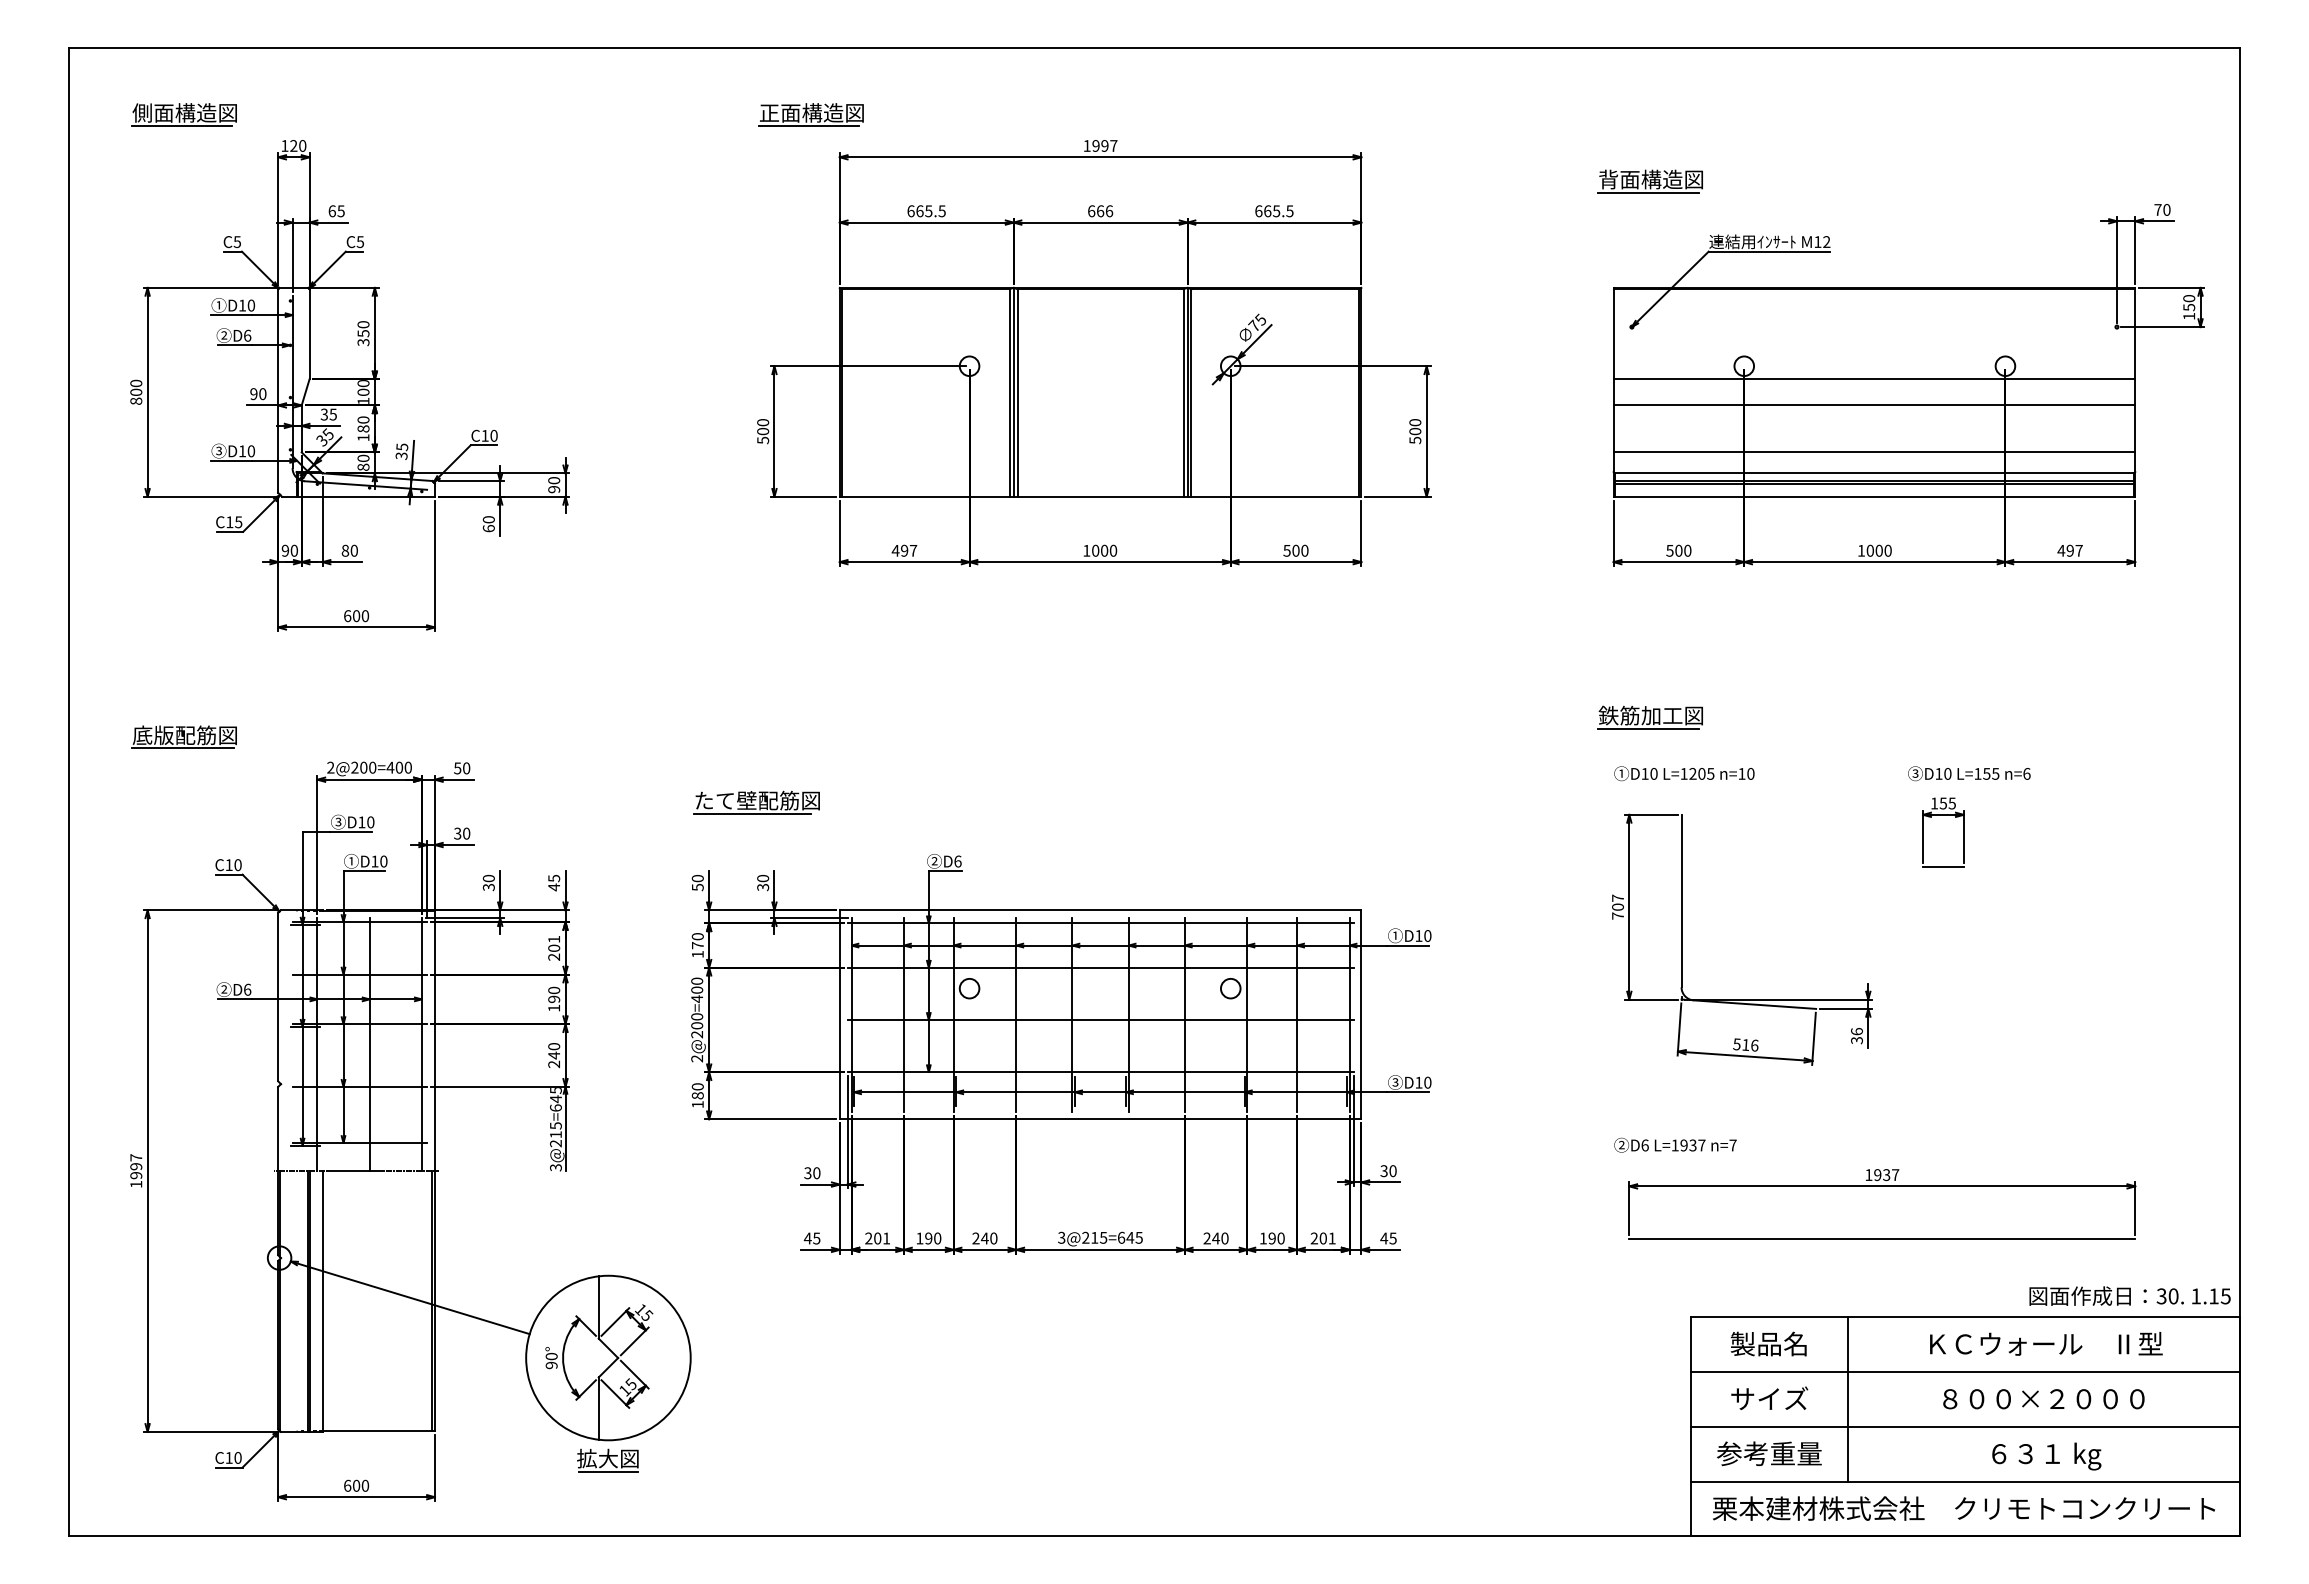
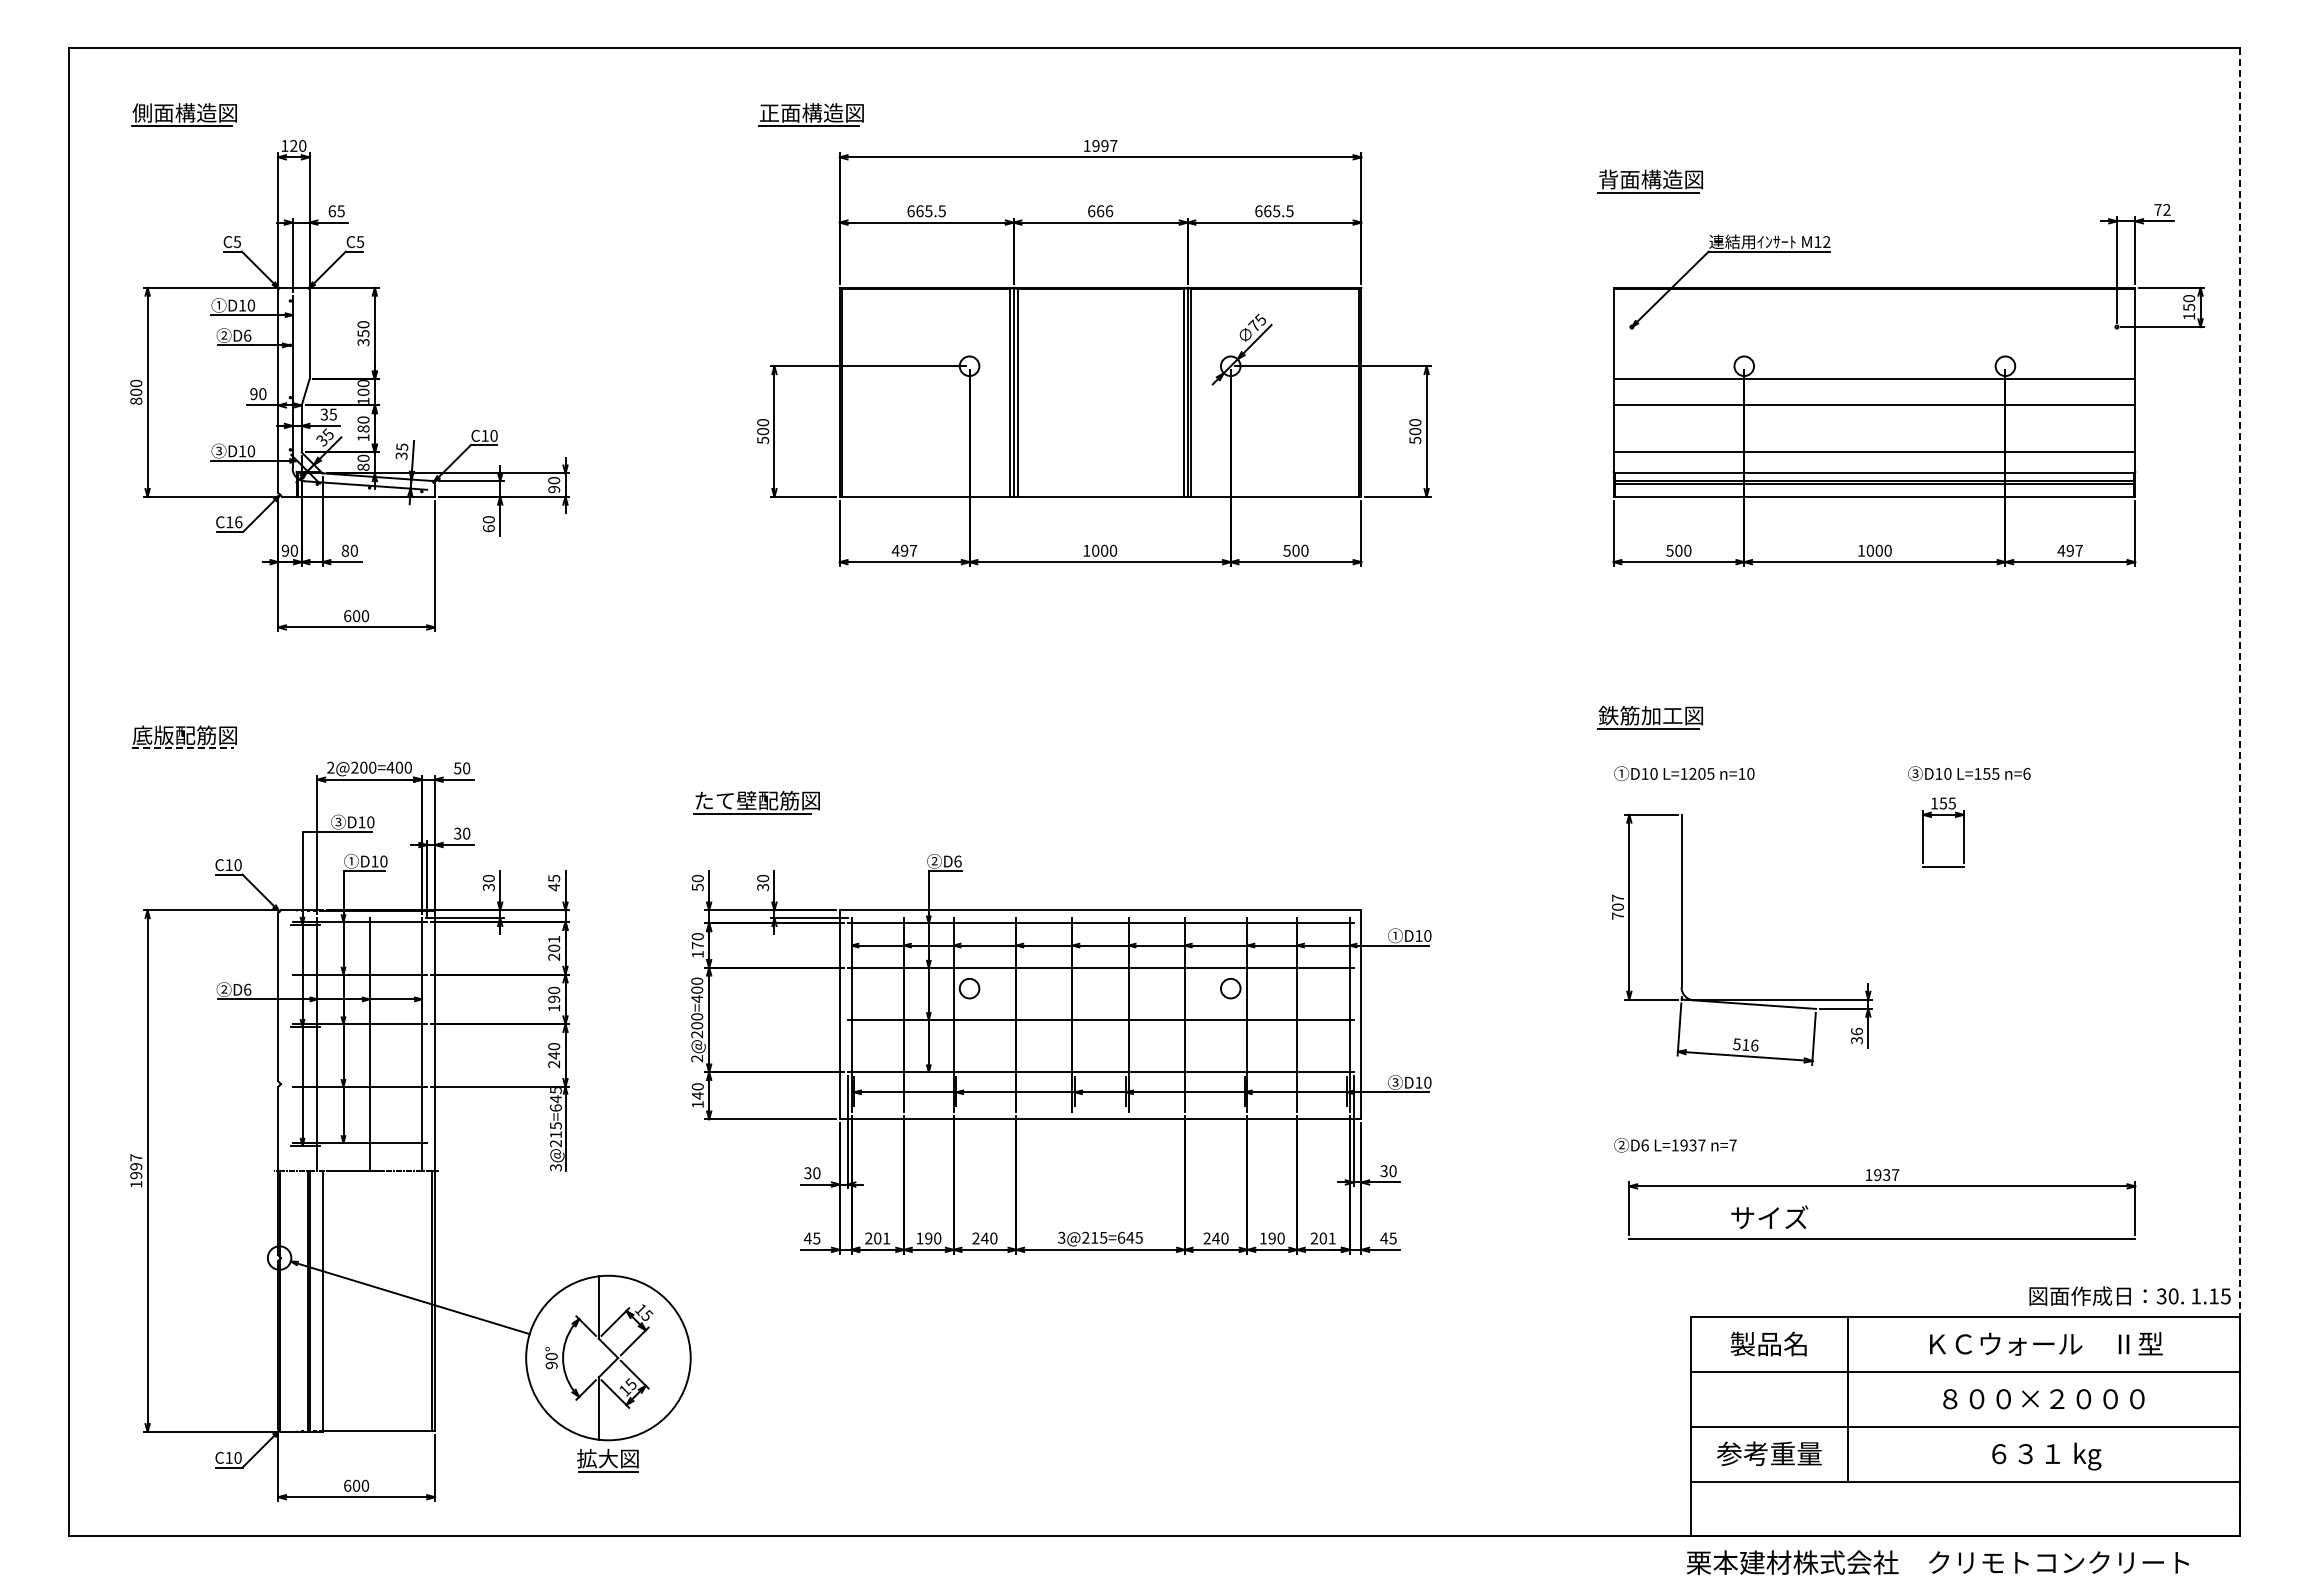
text at (2166, 209): 70 -> 72
text at (238, 522): C15 -> C16
line at (182, 748): solid -> dashed
line at (2239, 792): solid -> dashed
text at (697, 1095): 180 -> 140
text at (1769, 1397) position: (1769, 1397) -> (1769, 1216)
text at (1963, 1508) position: (1963, 1508) -> (1937, 1562)
